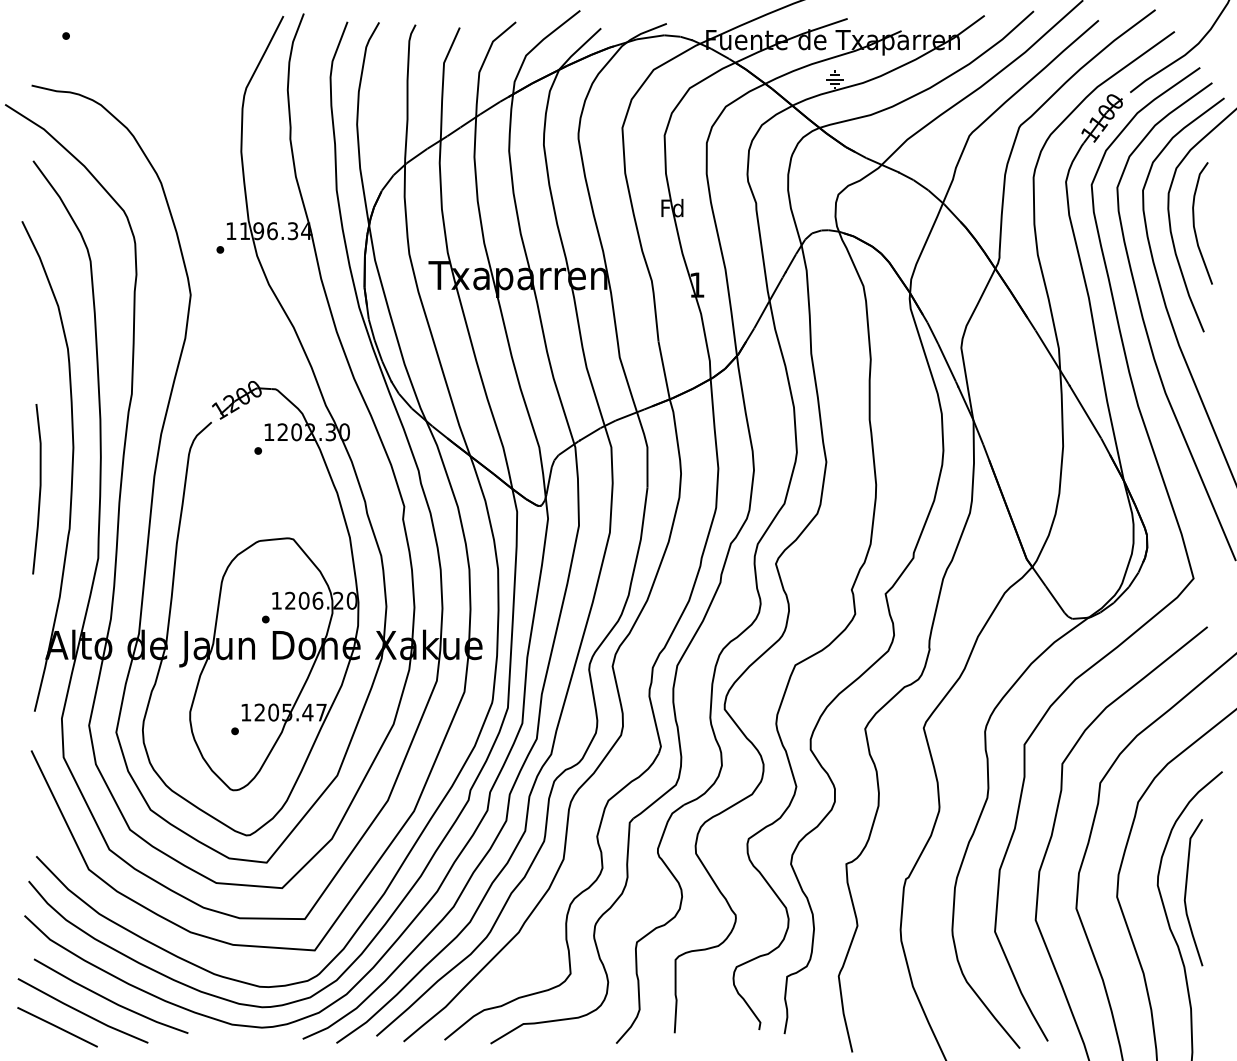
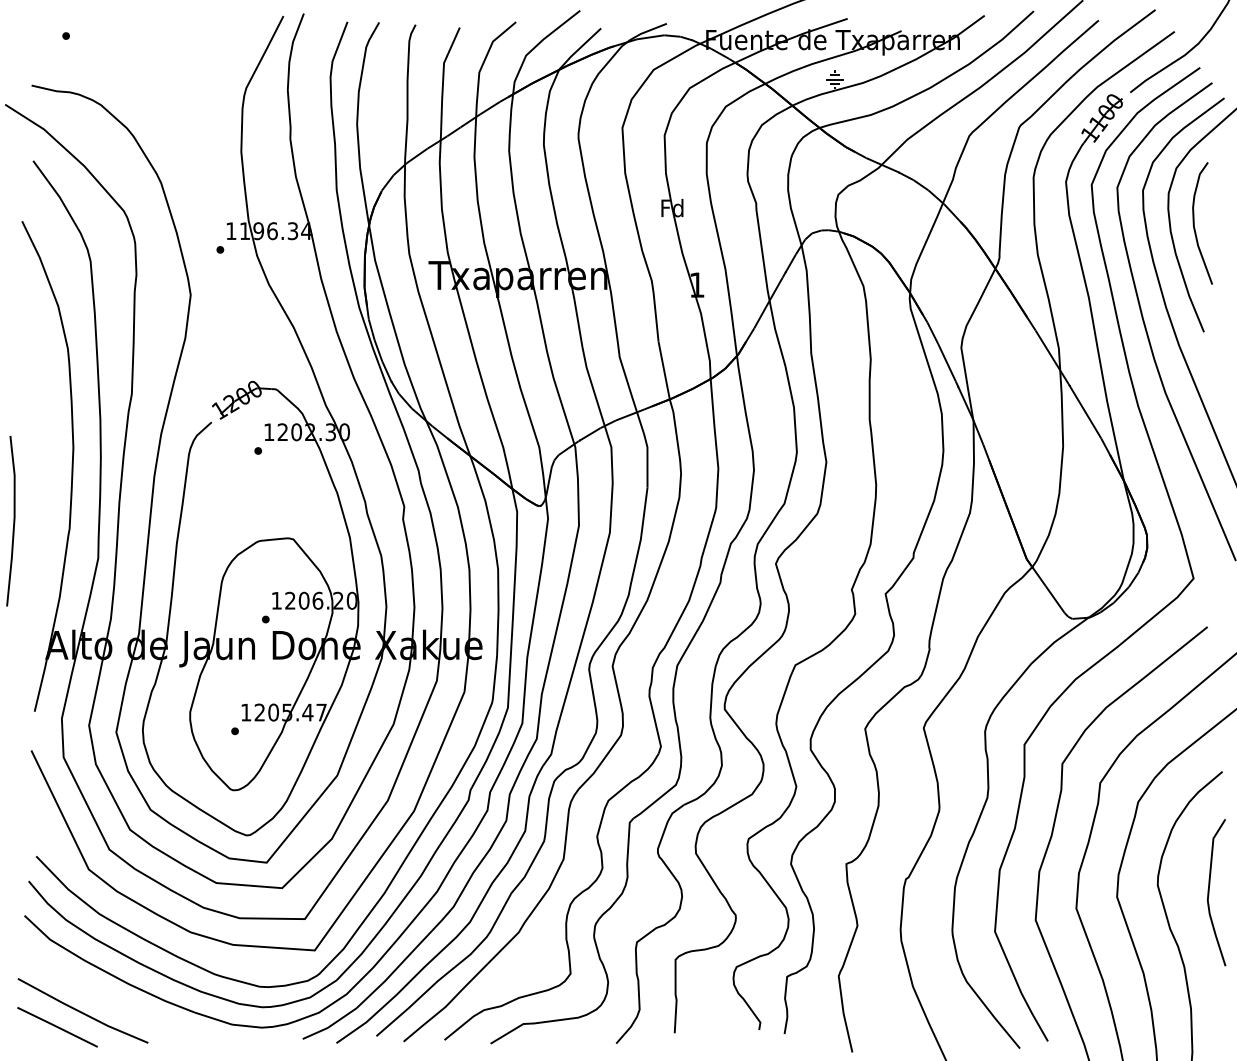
line at (39, 489) position: (39, 489) -> (13, 521)
curve at (1186, 892) position: (1186, 892) -> (1209, 892)
line at (108, 998): present -> none
